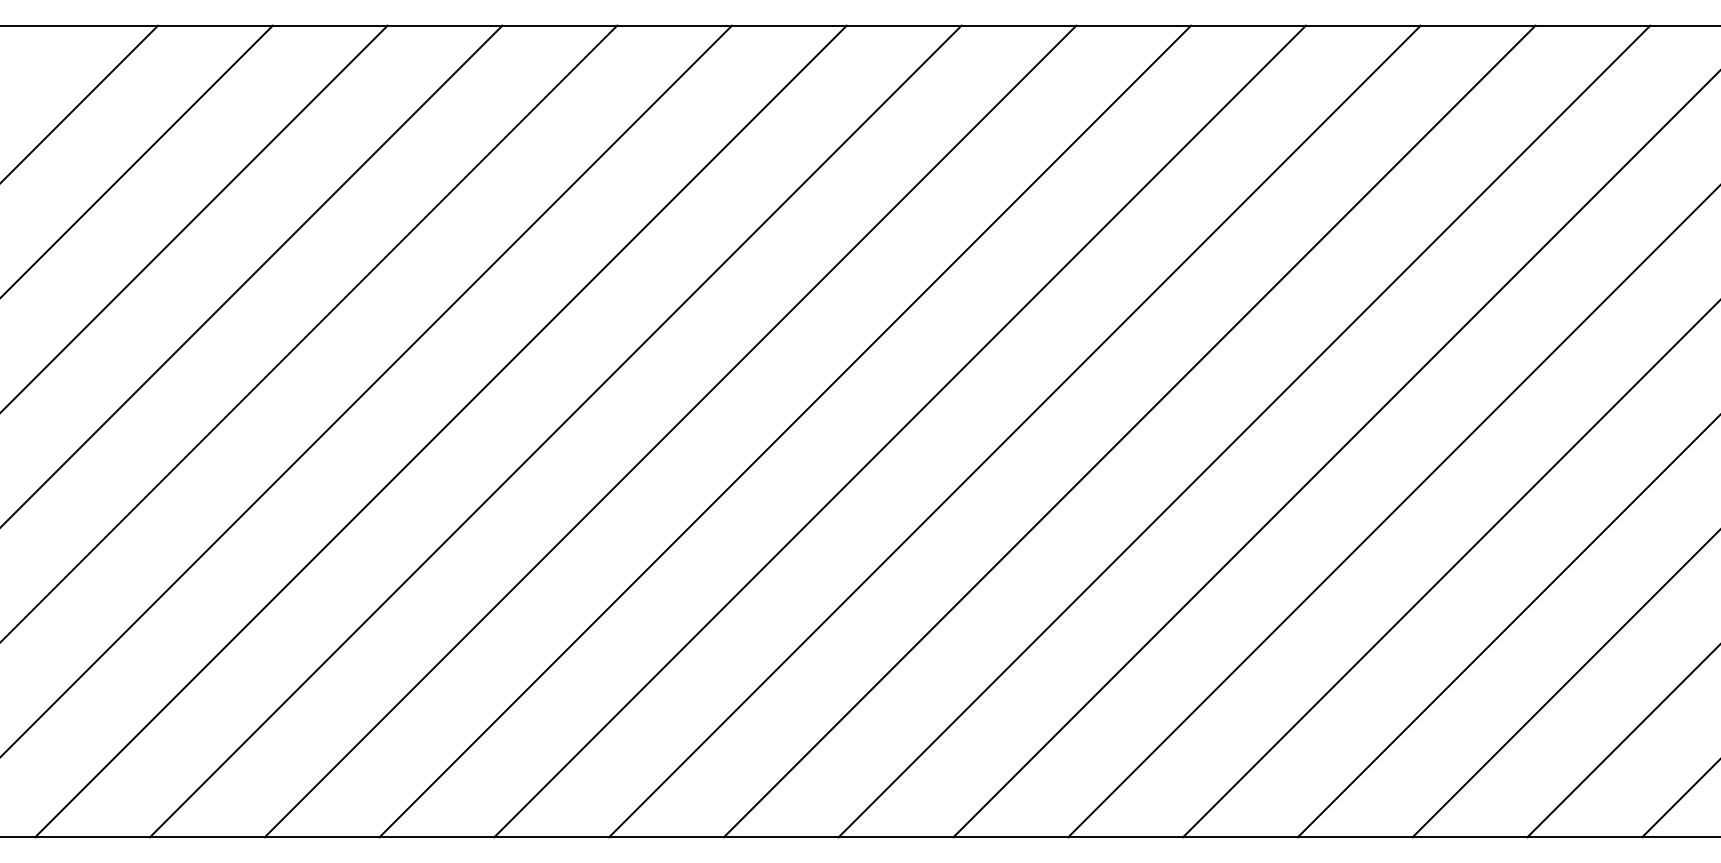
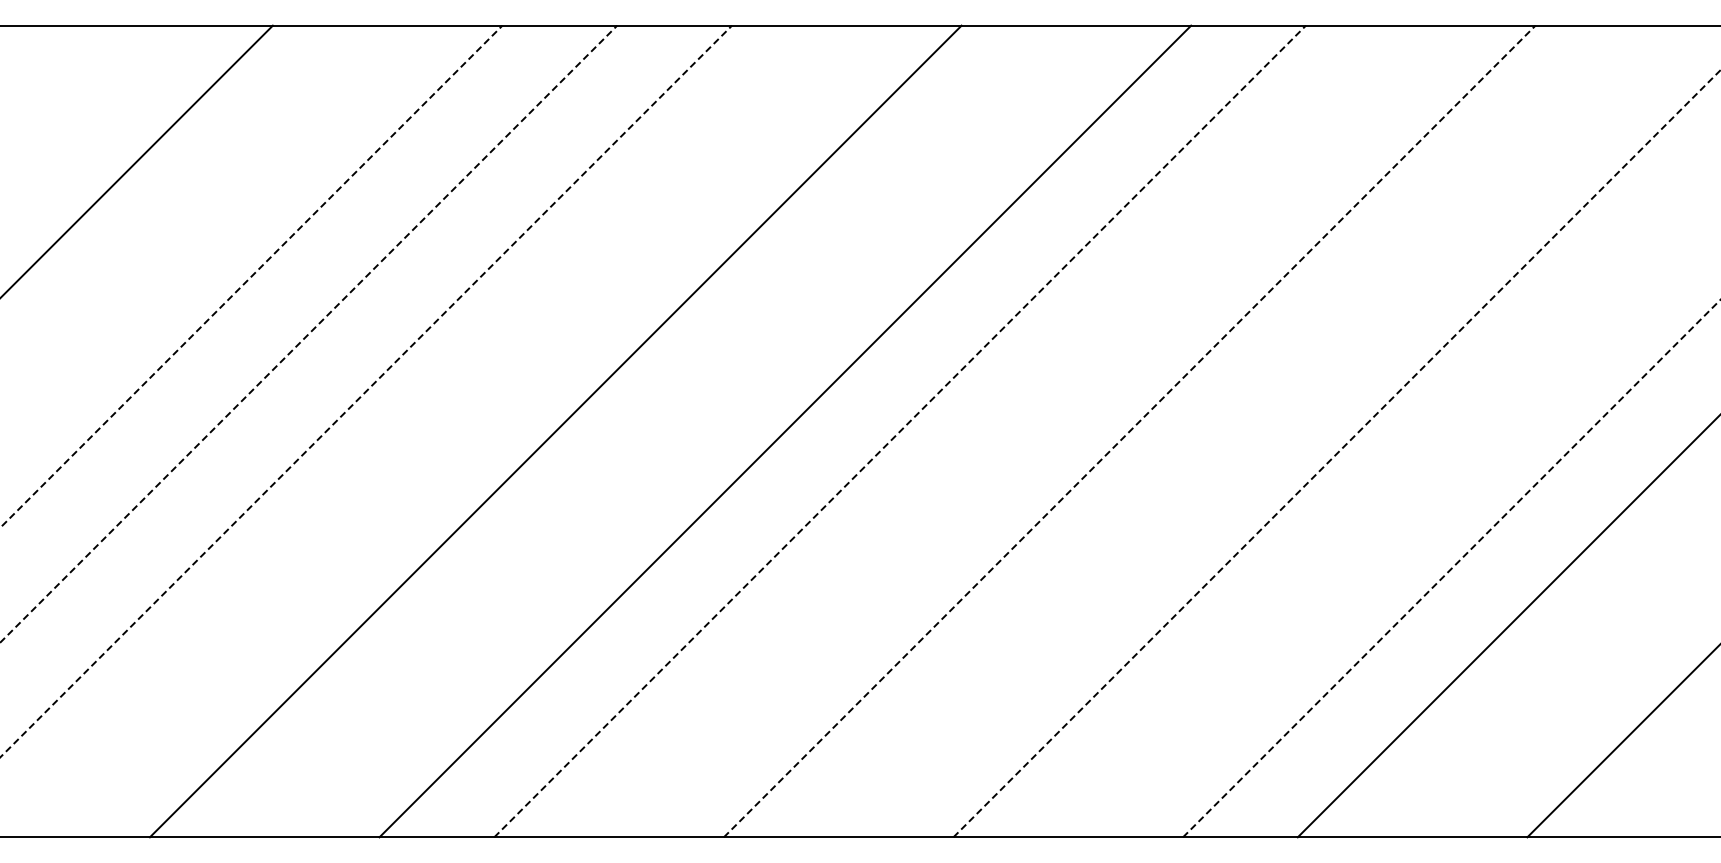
line at (80, 103): present -> none
line at (194, 218): present -> none
line at (251, 276): solid -> dashed
line at (308, 333): solid -> dashed
line at (366, 391): solid -> dashed
line at (440, 431): present -> none
line at (670, 431): present -> none
line at (900, 431): solid -> dashed
line at (1014, 431): present -> none
line at (1129, 431): solid -> dashed
line at (1244, 431): present -> none
line at (1337, 453): solid -> dashed
line at (1392, 512): present -> none
line at (1451, 568): solid -> dashed
line at (1564, 684): present -> none
line at (1679, 799): present -> none
